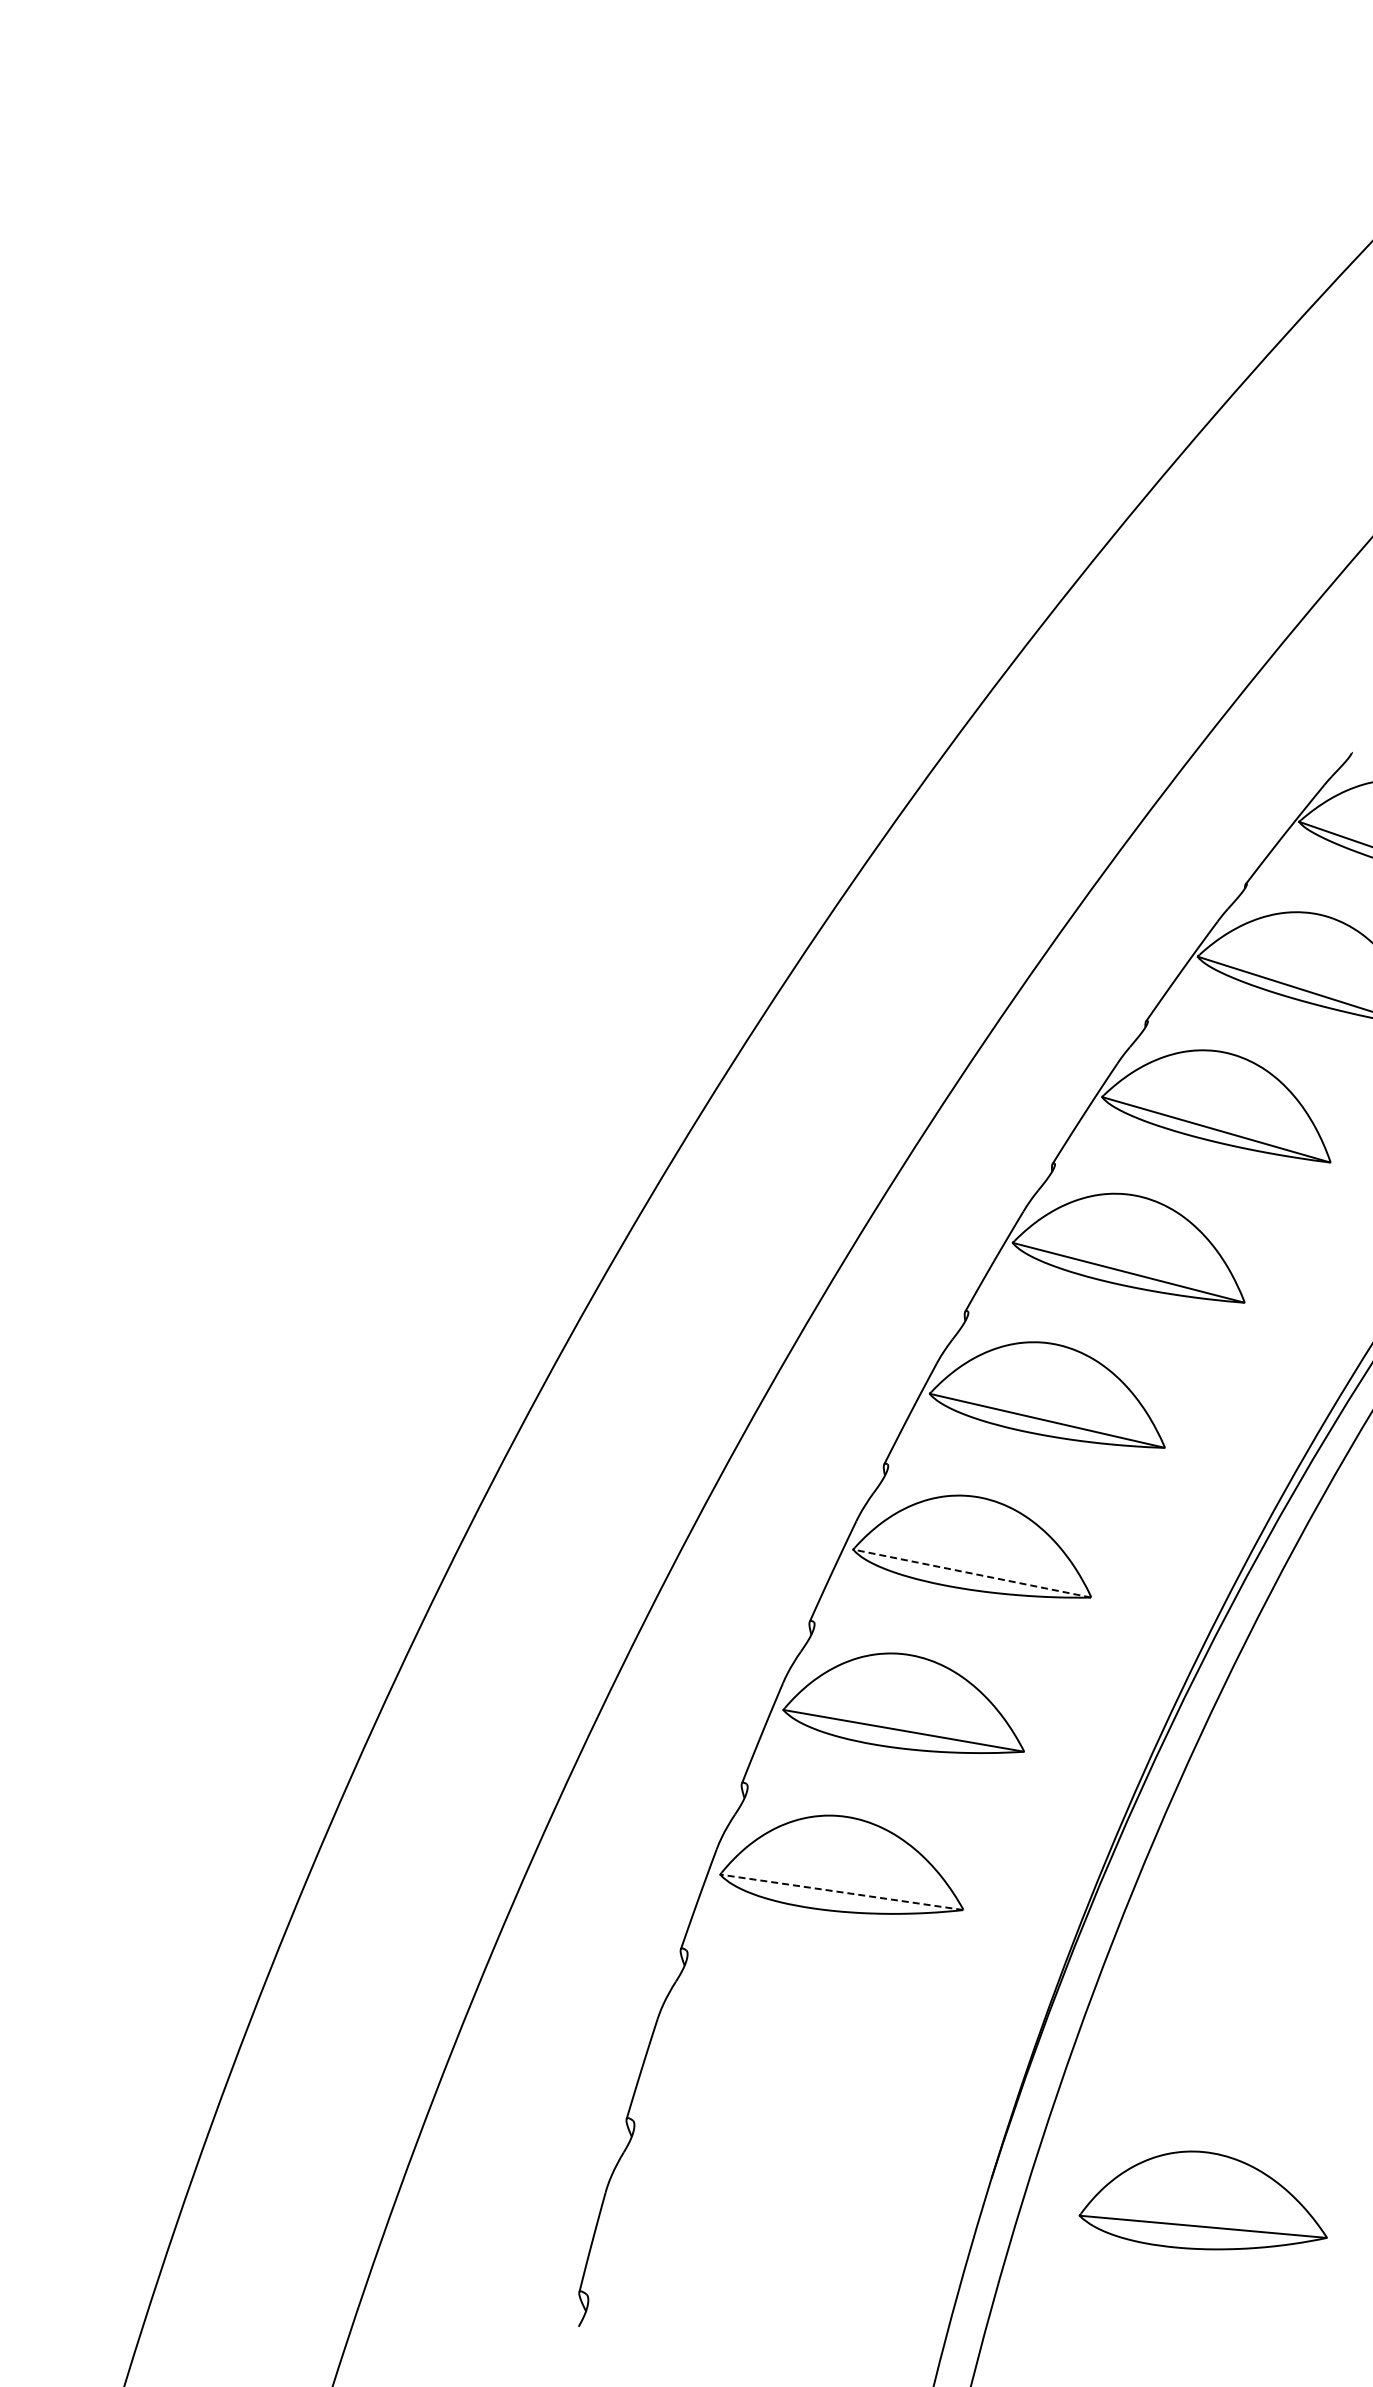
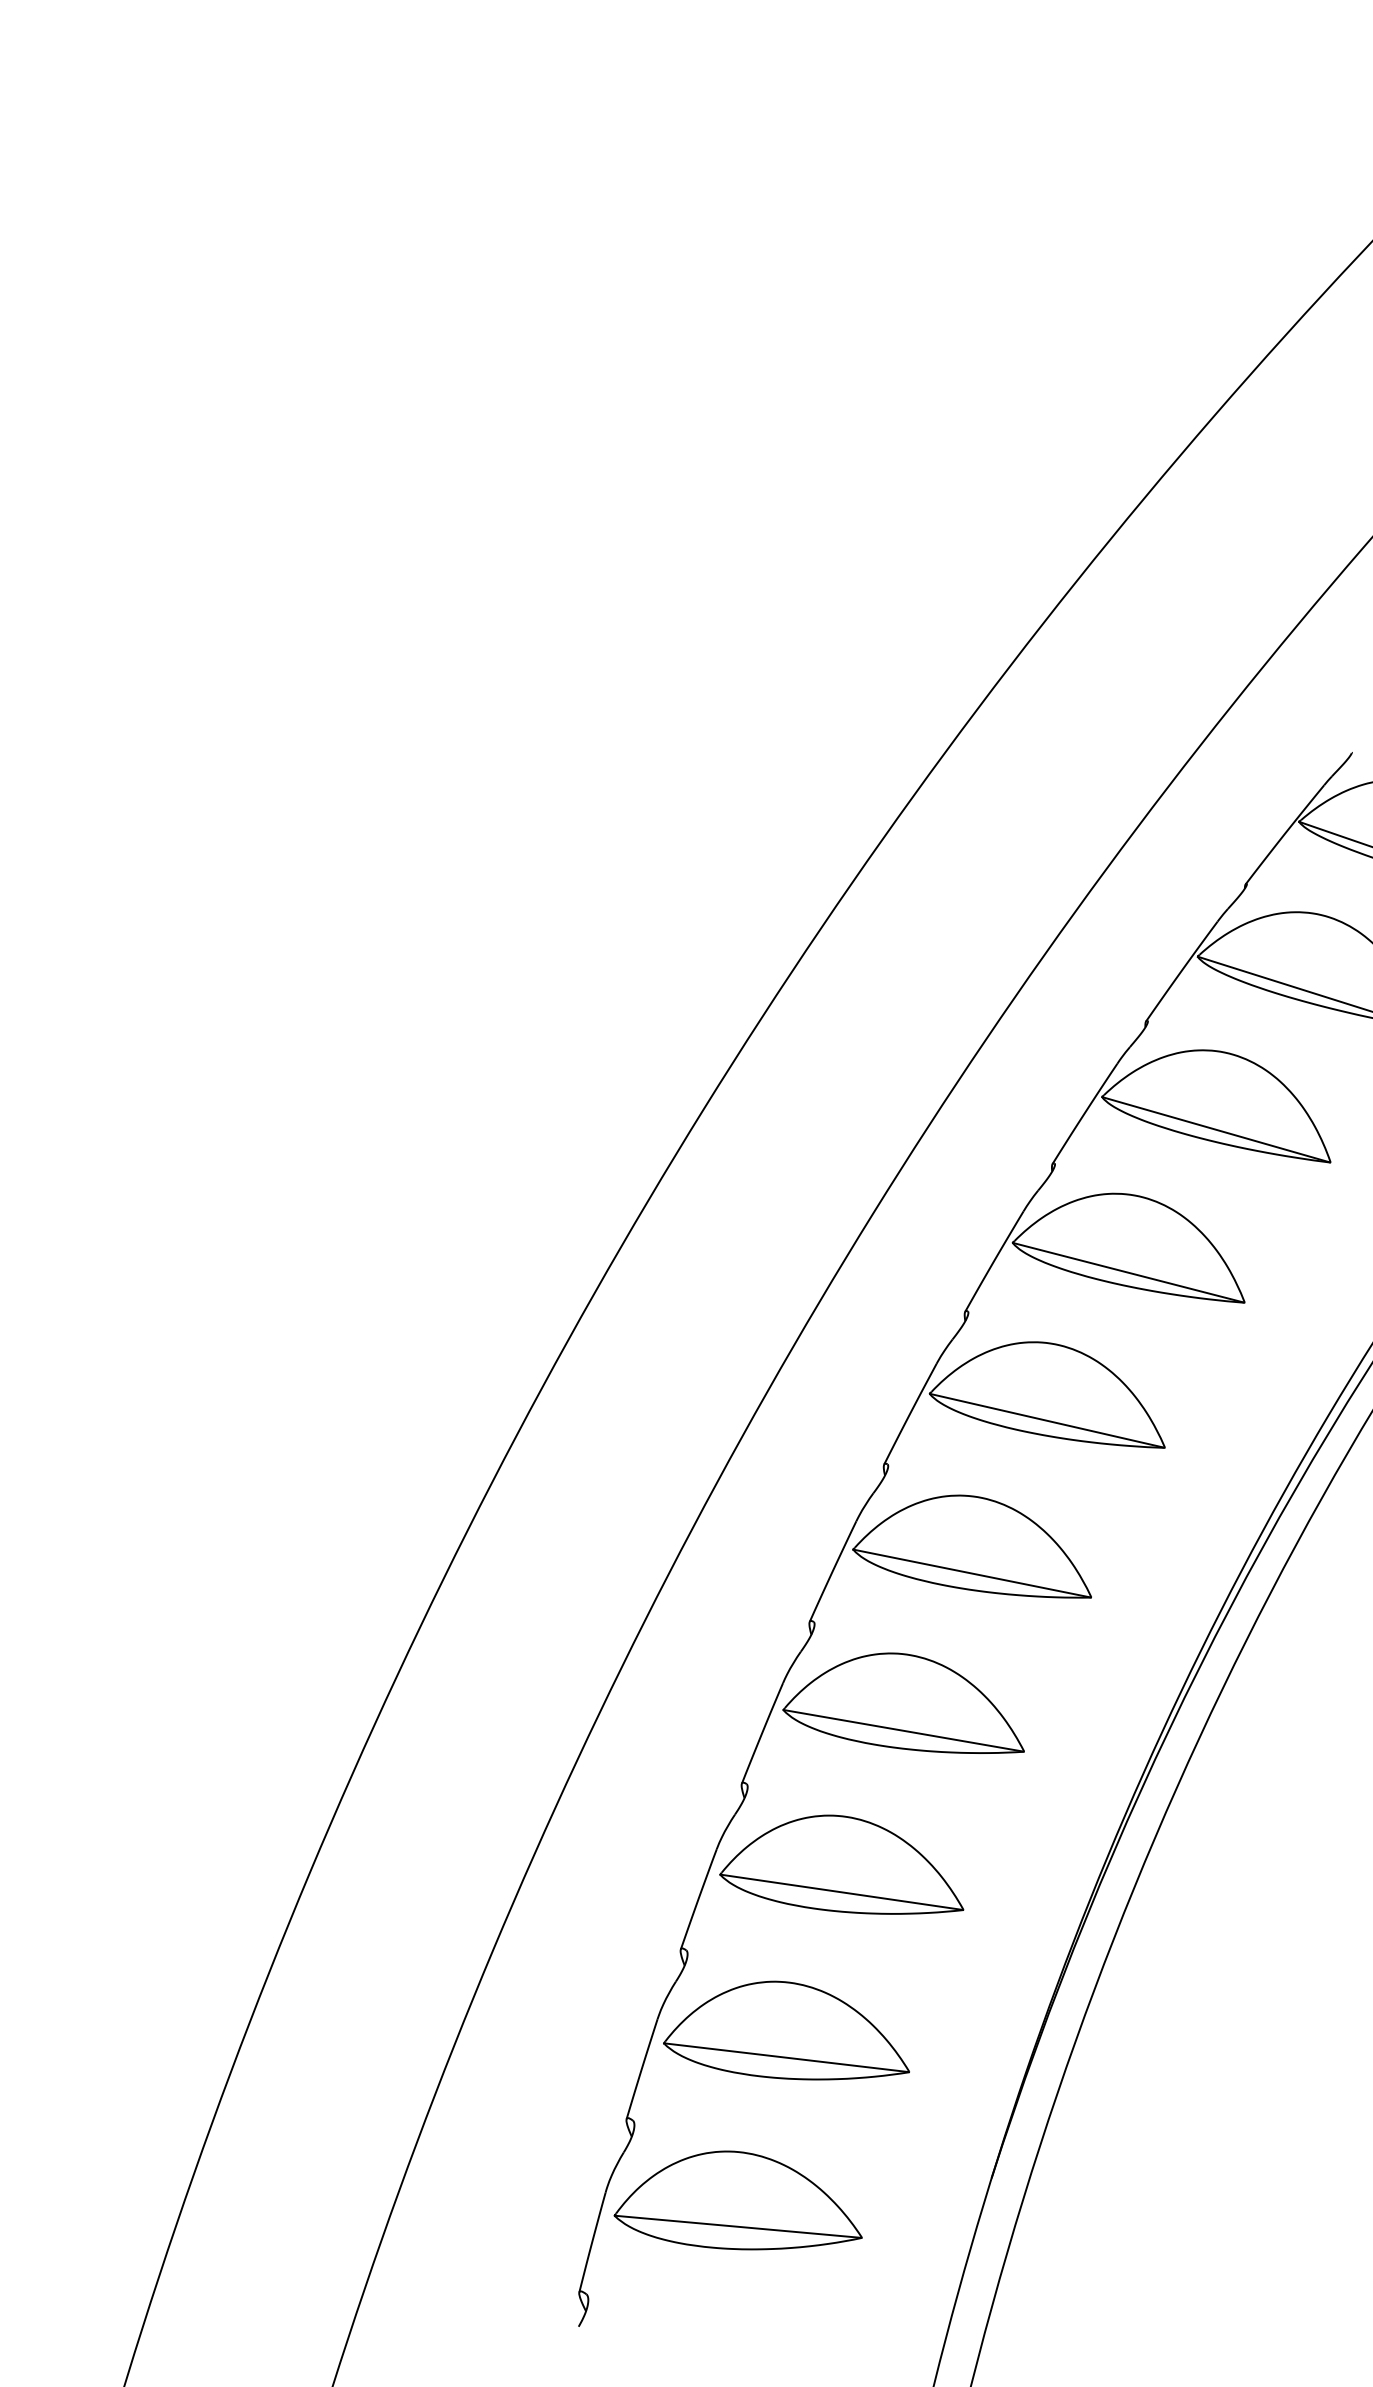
line at (971, 1573): dashed -> solid
line at (841, 1892): dashed -> solid
part at (786, 2030): none -> present
part at (1202, 2200) position: (1202, 2200) -> (737, 2200)
